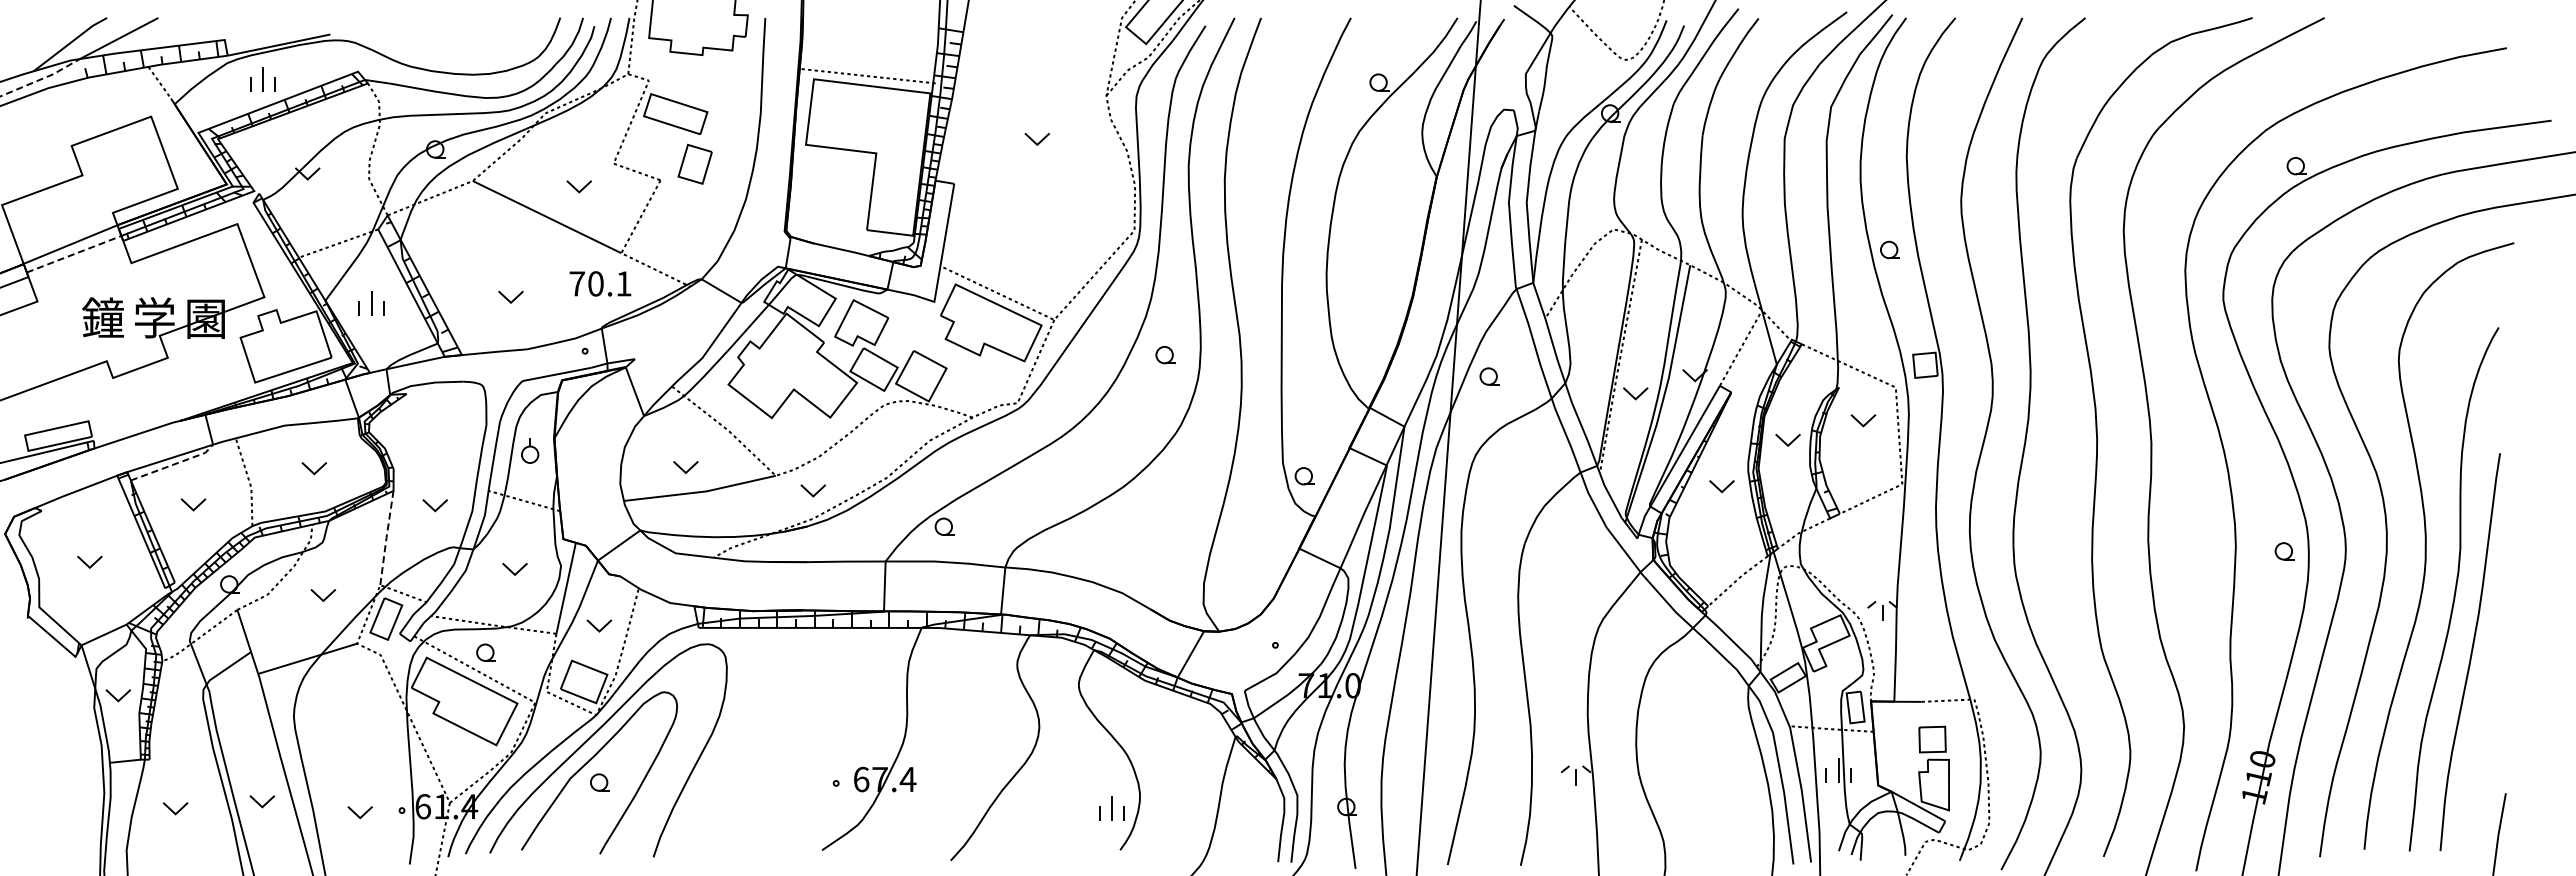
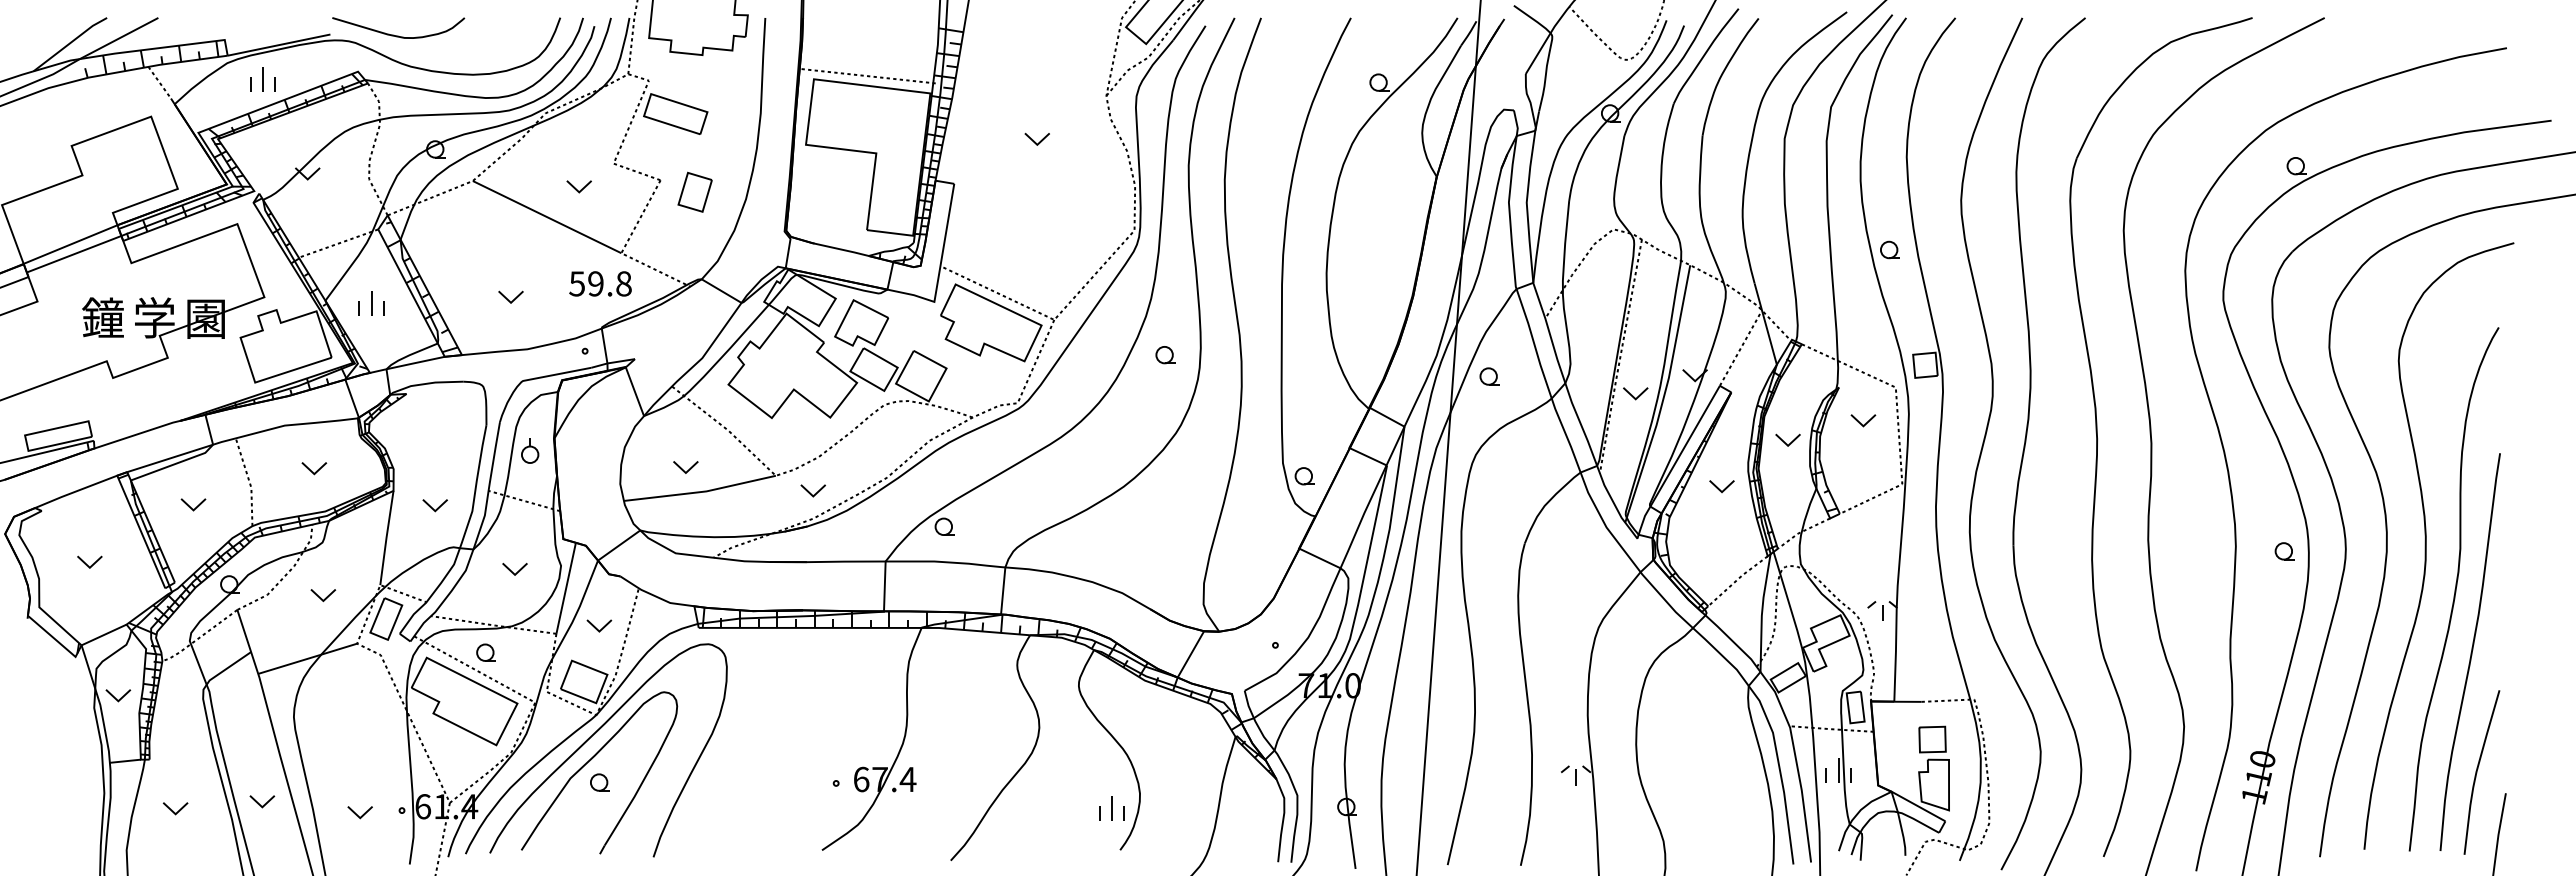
curve at (398, 35): none -> present
line at (41, 79): dashed -> solid
part at (694, 163) position: (694, 163) -> (694, 191)
line at (74, 254): dashed -> solid
text at (600, 283): 70.1 -> 59.8
line at (174, 464): dashed -> solid
line at (386, 537): dashed -> solid
curve at (2477, 772): none -> present
